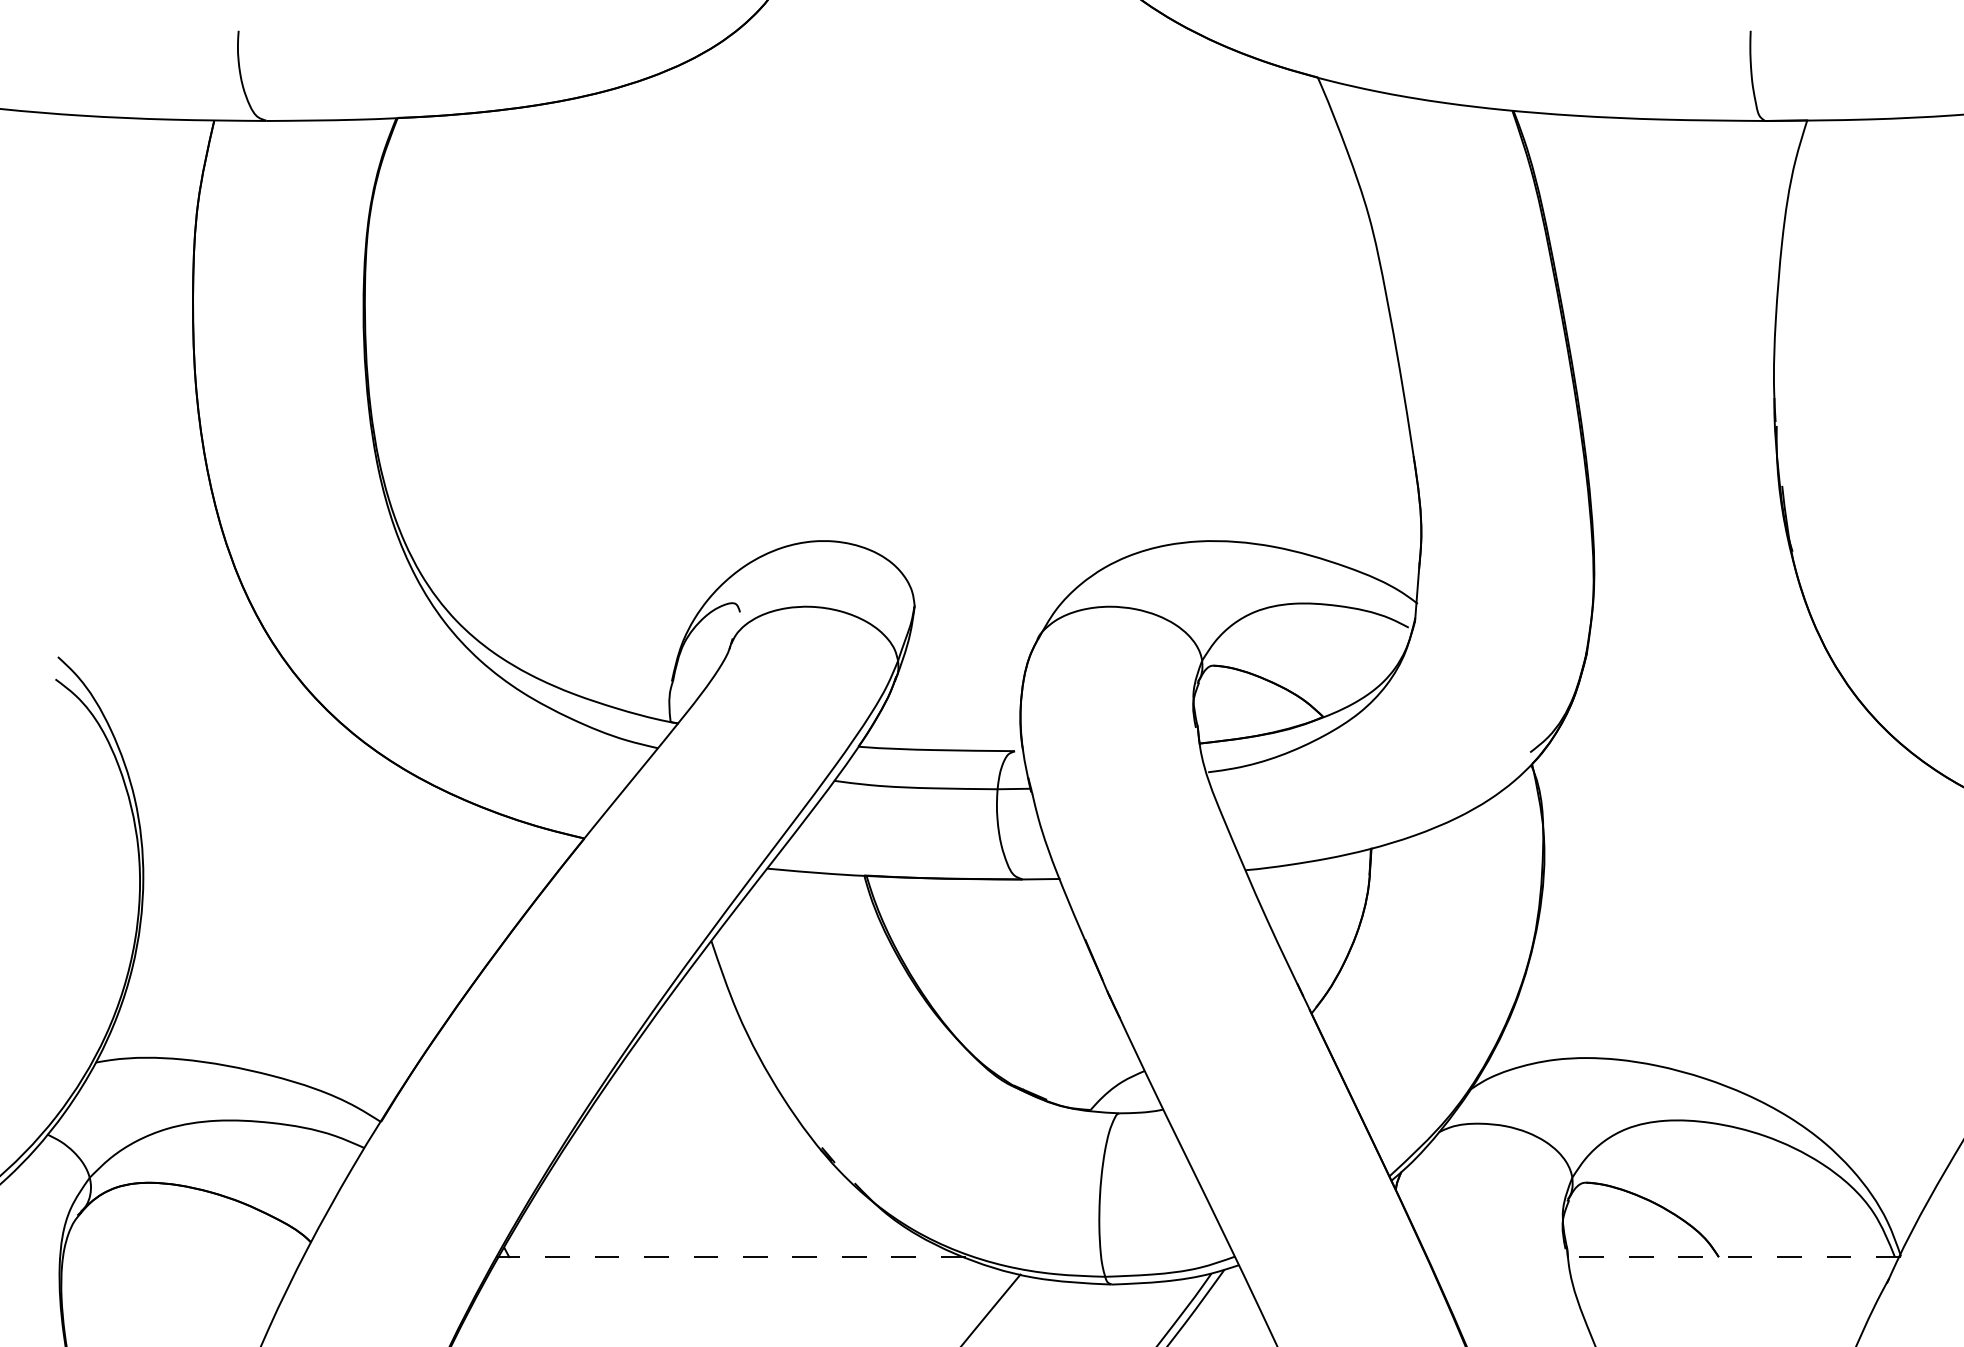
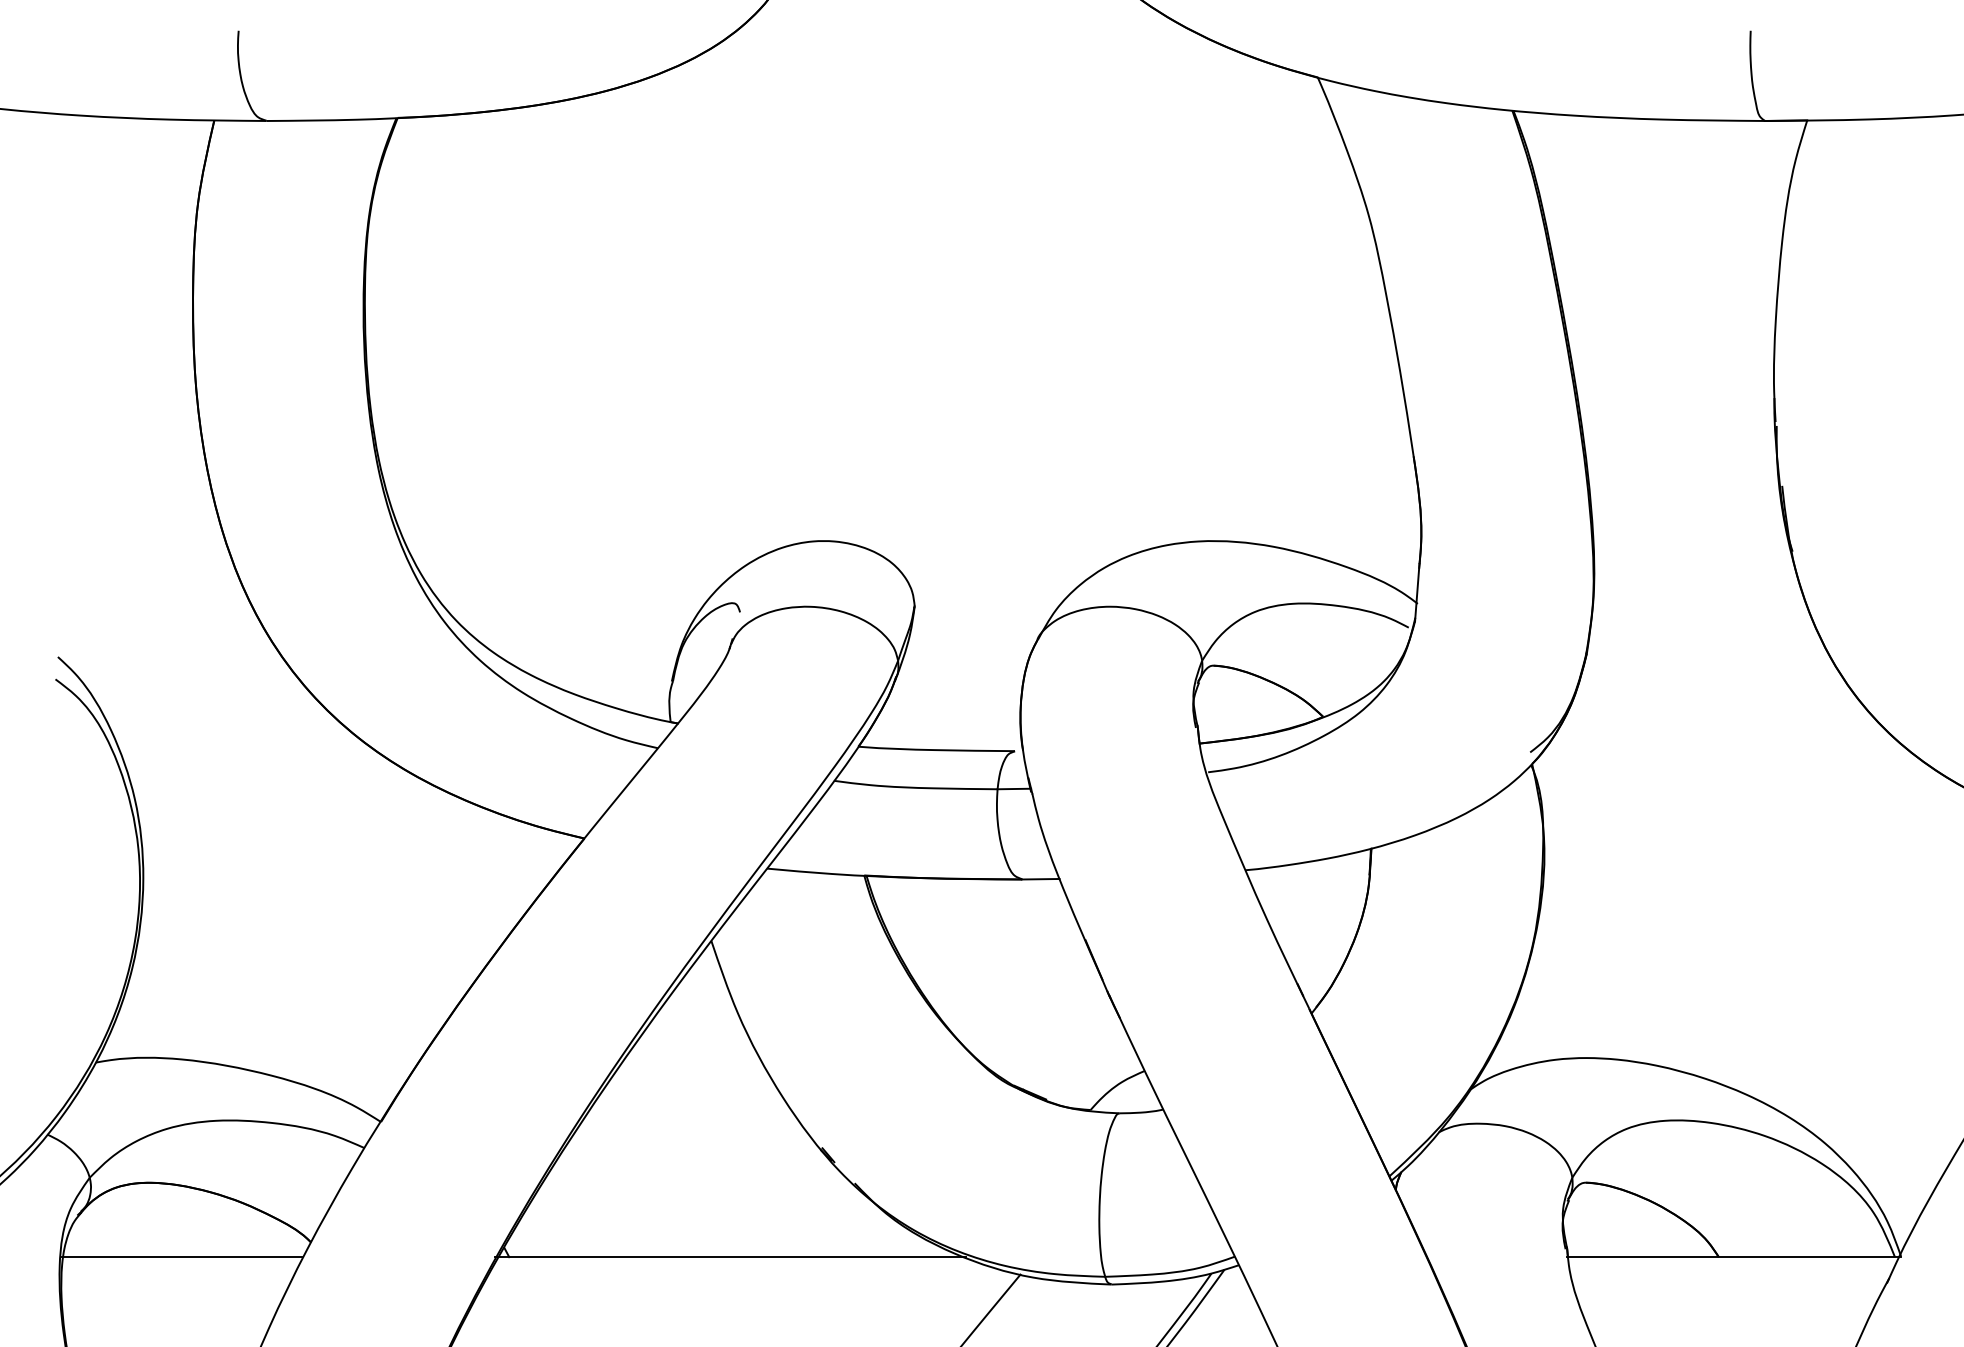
line at (181, 1257): none -> present
line at (730, 1257): dashed -> solid
line at (1733, 1257): dashed -> solid
